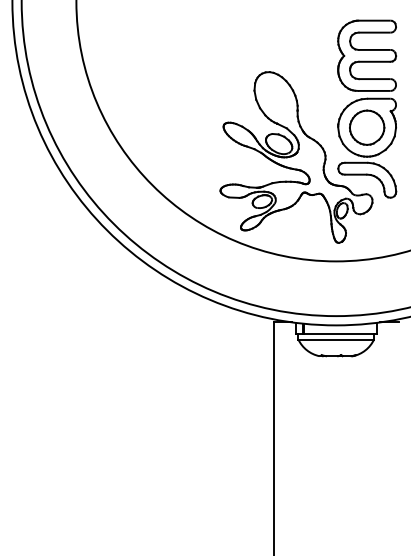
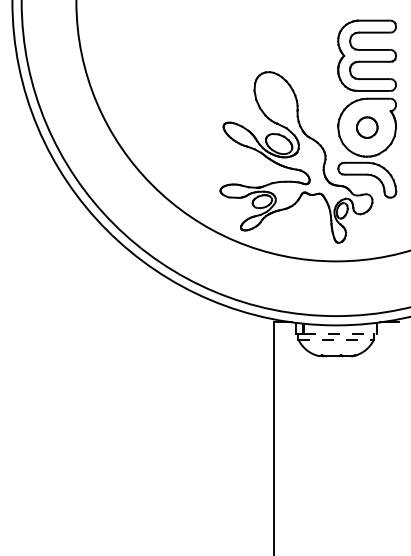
part at (367, 127) size: 37x37 px -> 23x23 px
line at (341, 333): solid -> dashed
line at (336, 339): solid -> dashed
